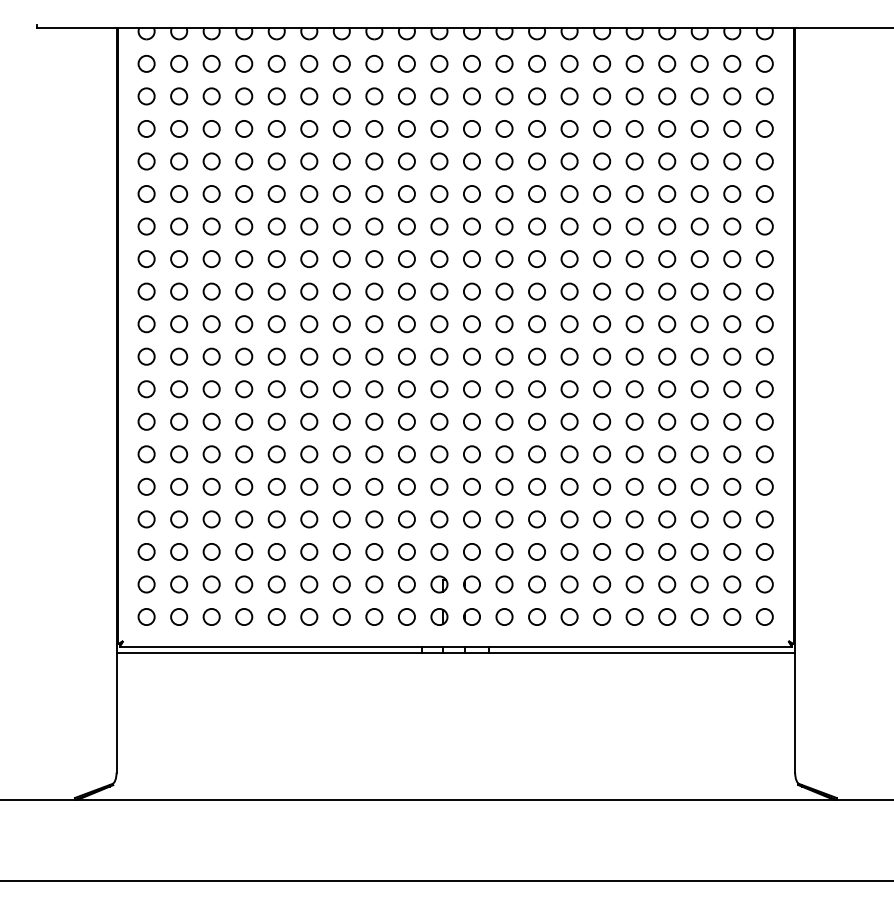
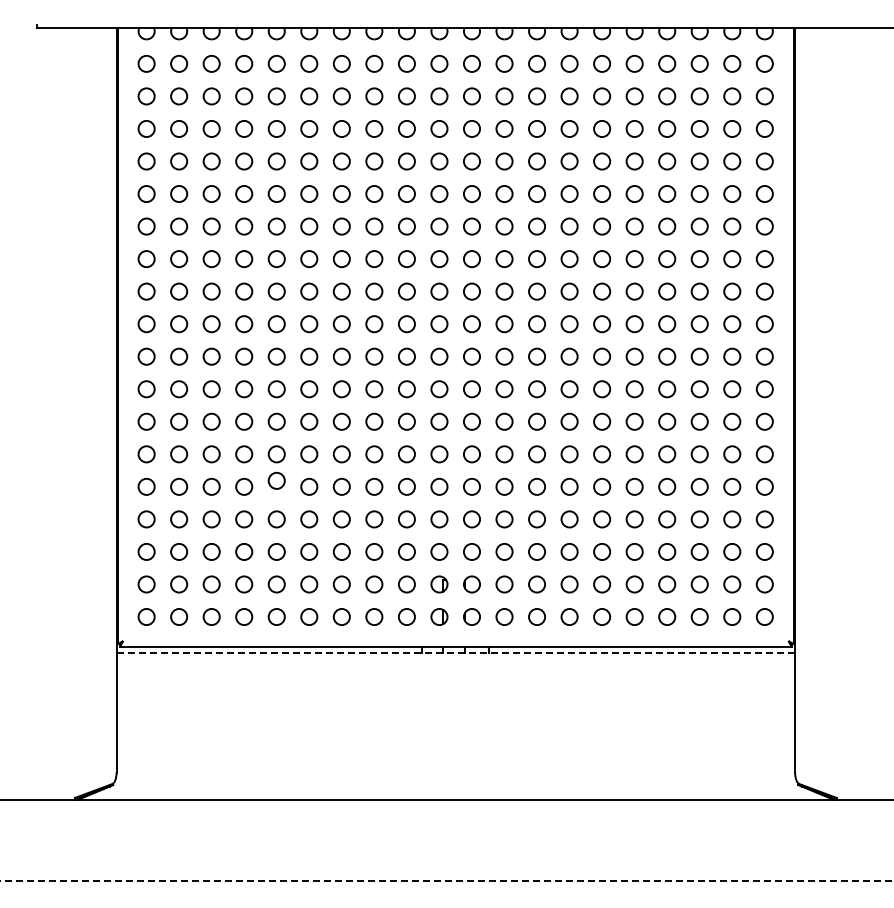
circle at (276, 486) position: (276, 486) -> (276, 480)
line at (456, 653): solid -> dashed
line at (447, 880): solid -> dashed
